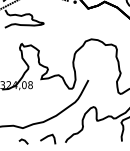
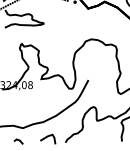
line at (23, 141) position: (23, 141) -> (18, 141)
